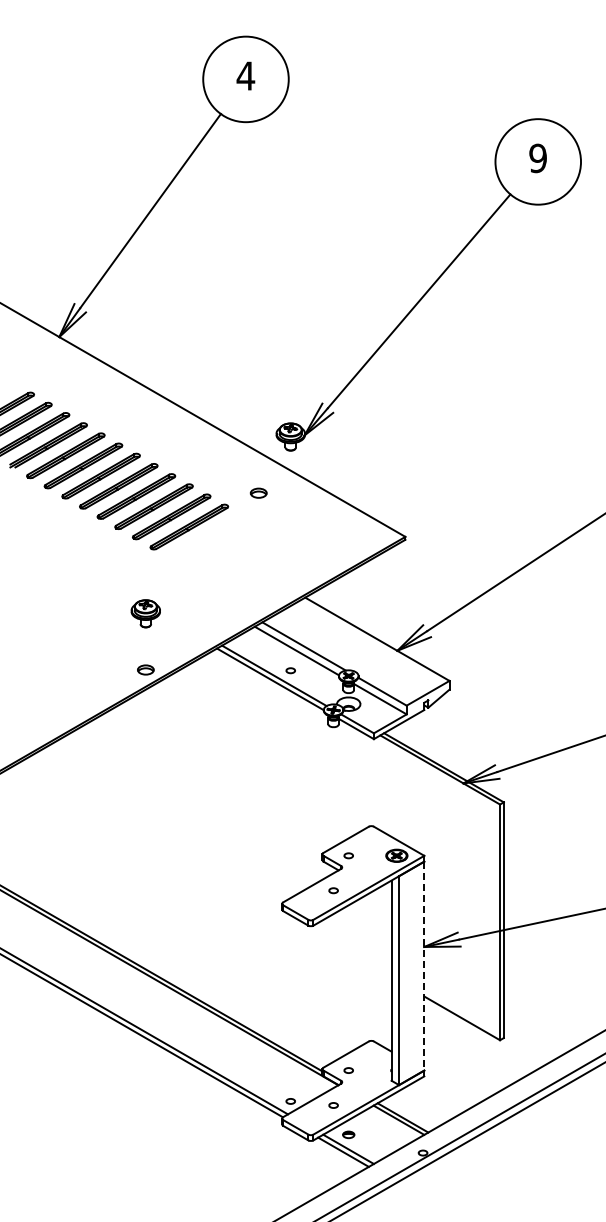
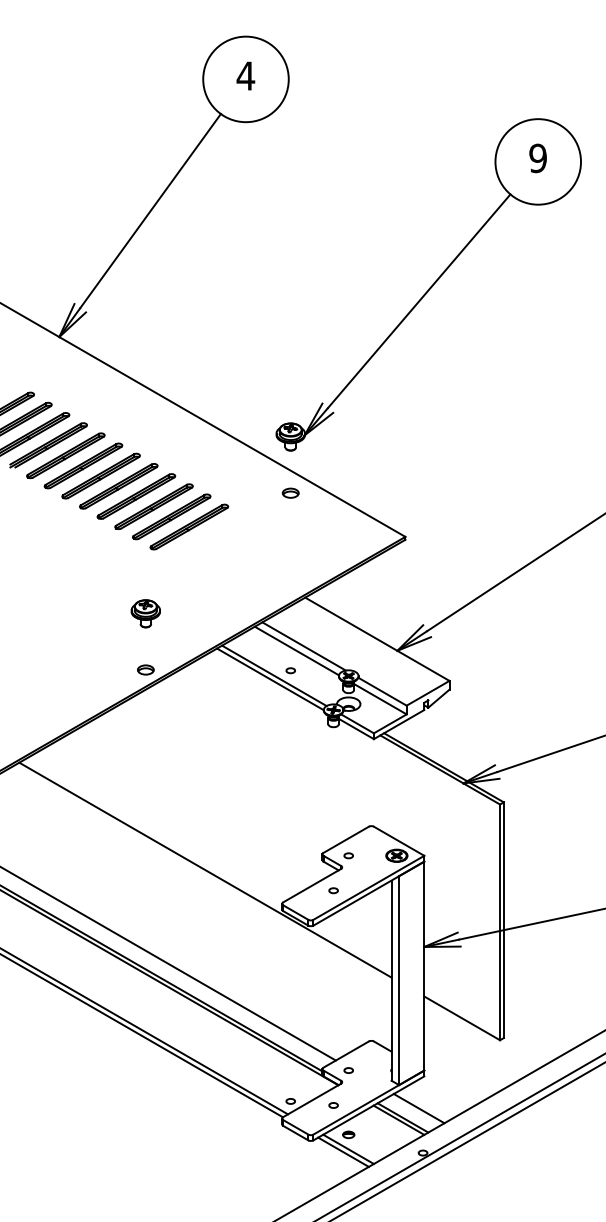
part at (258, 492) position: (258, 492) -> (290, 492)
line at (205, 869): none -> present
line at (168, 963): none -> present
line at (424, 966): dashed -> solid
line at (418, 1108): none -> present
